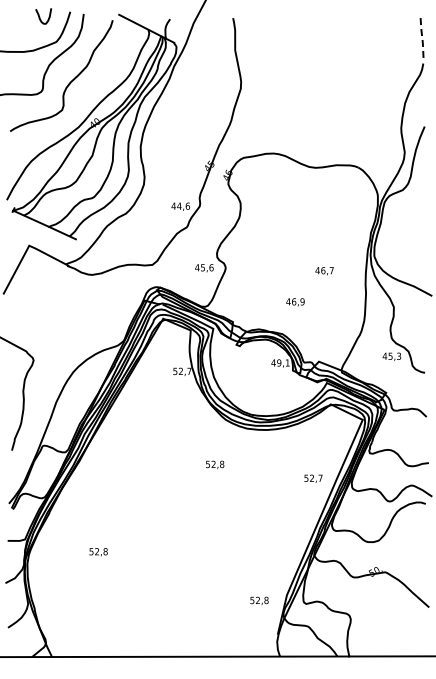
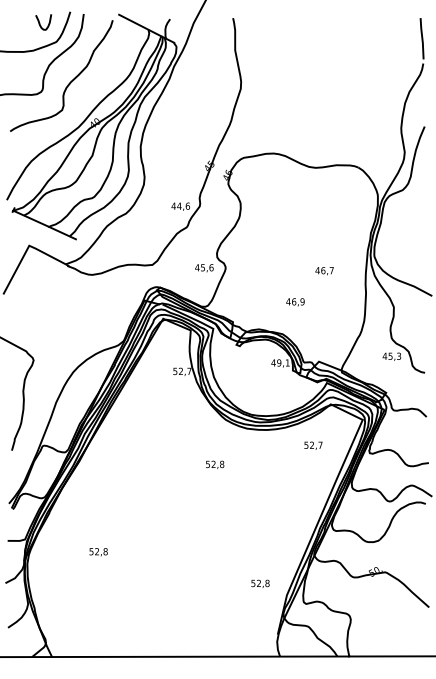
curve at (40, 17) position: (40, 17) -> (40, 23)
line at (422, 39): dashed -> solid
text at (313, 478) position: (313, 478) -> (313, 445)
text at (259, 600) position: (259, 600) -> (260, 583)
